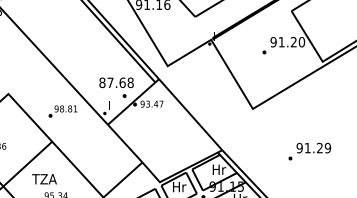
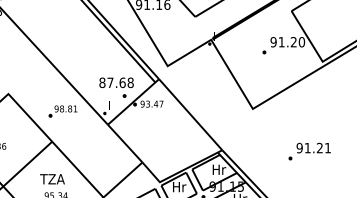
text at (327, 147): 91.29 -> 91.21
text at (44, 179) position: (44, 179) -> (52, 179)
